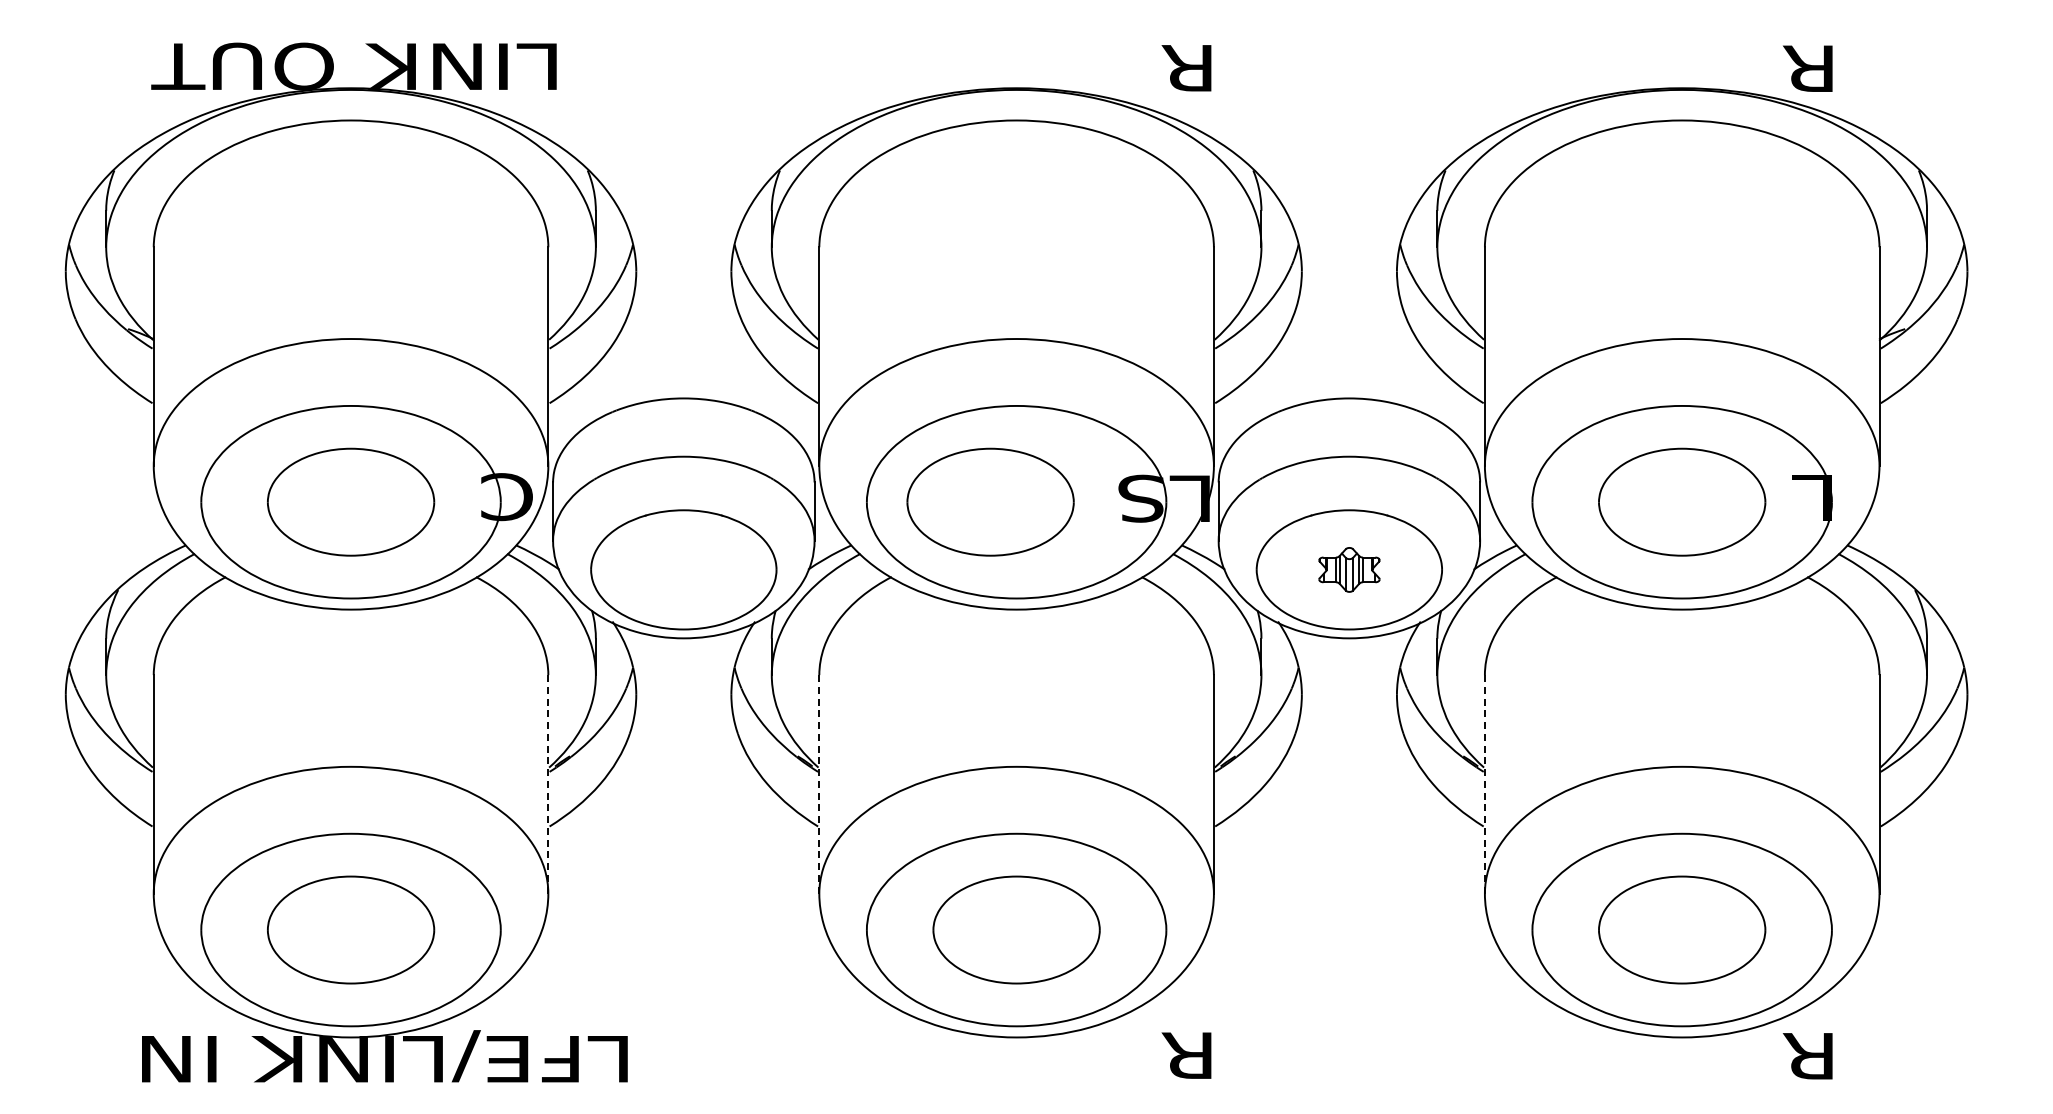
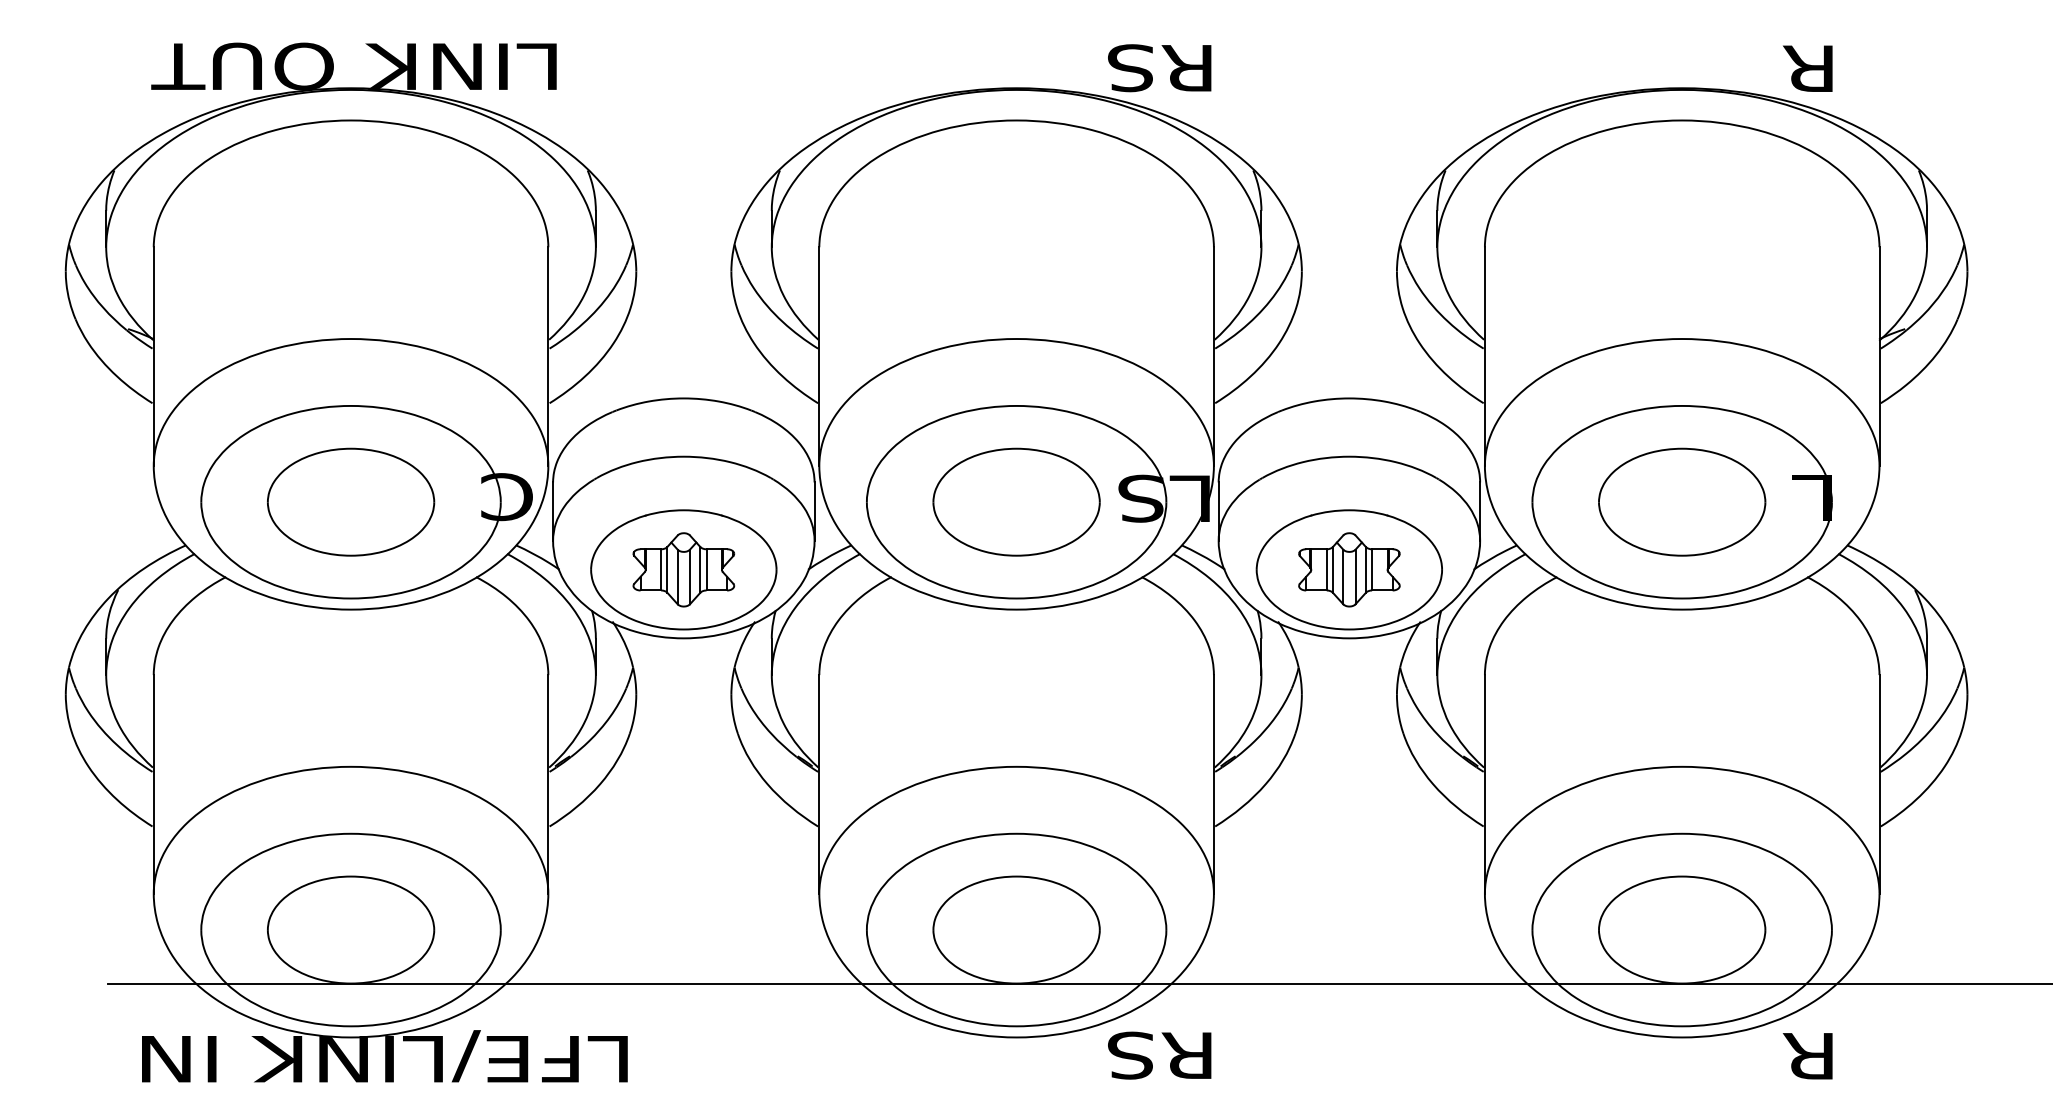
text at (1130, 68): R -> RS
part at (990, 501) position: (990, 501) -> (1016, 501)
part at (683, 569): none -> present
part at (1349, 569) size: 63x46 px -> 103x76 px
line at (548, 784): dashed -> solid
line at (819, 784): dashed -> solid
line at (1484, 784): dashed -> solid
line at (1078, 983): none -> present
text at (1130, 1055): R -> RS
